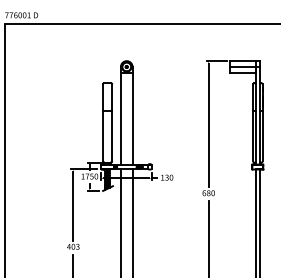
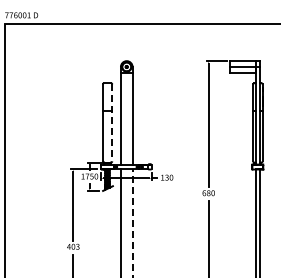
line at (112, 123): solid -> dashed
line at (132, 223): solid -> dashed
